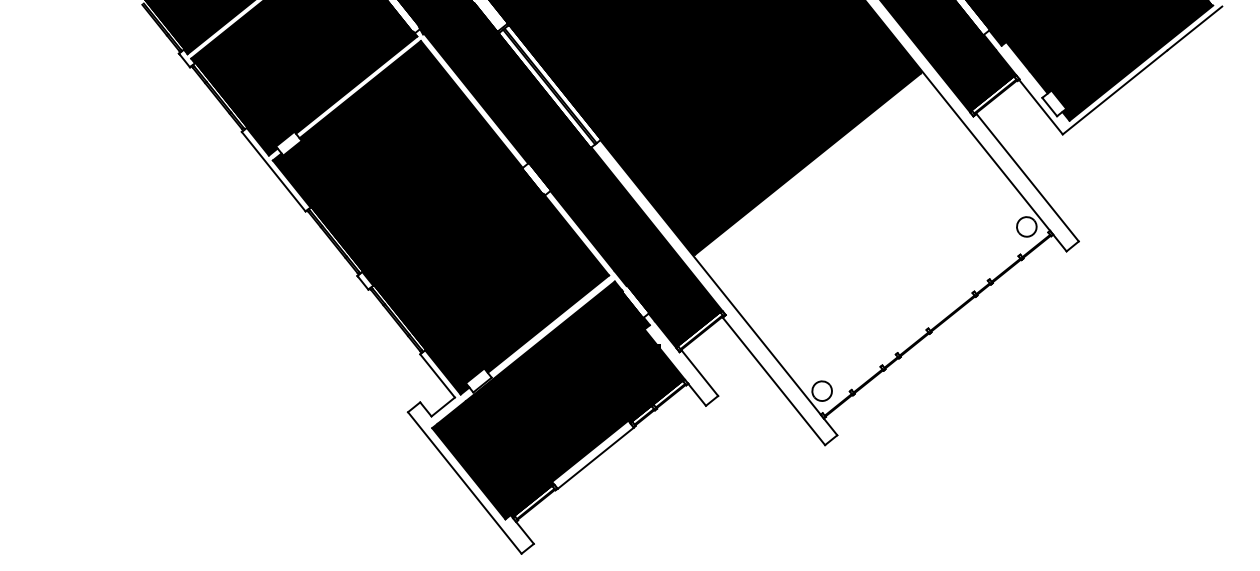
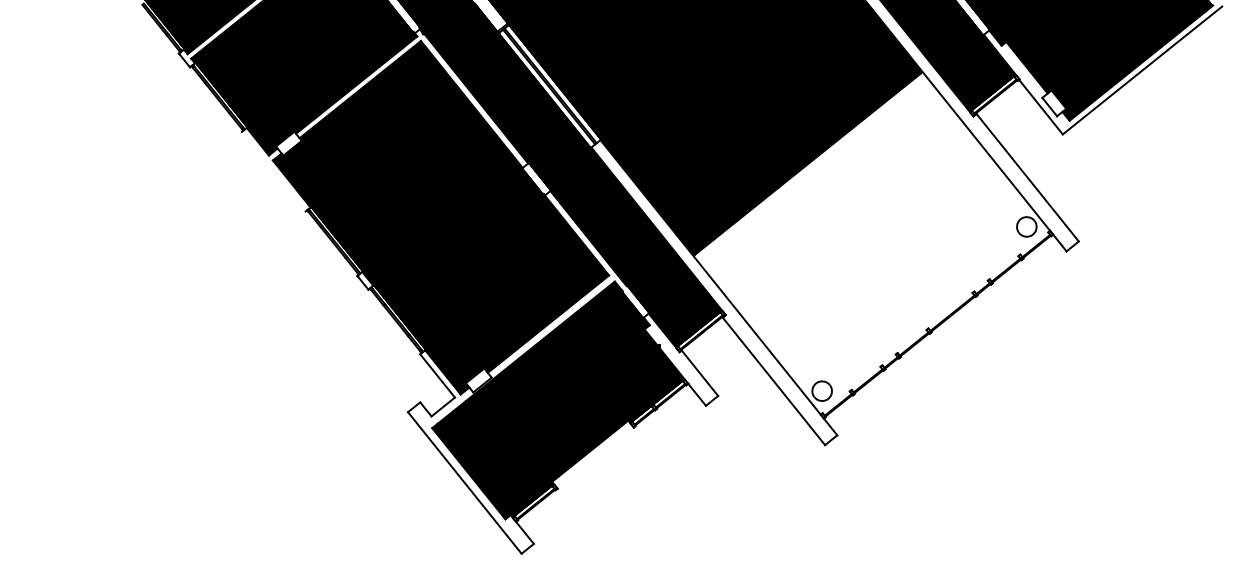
line at (273, 171): present -> none
line at (595, 457): present -> none
